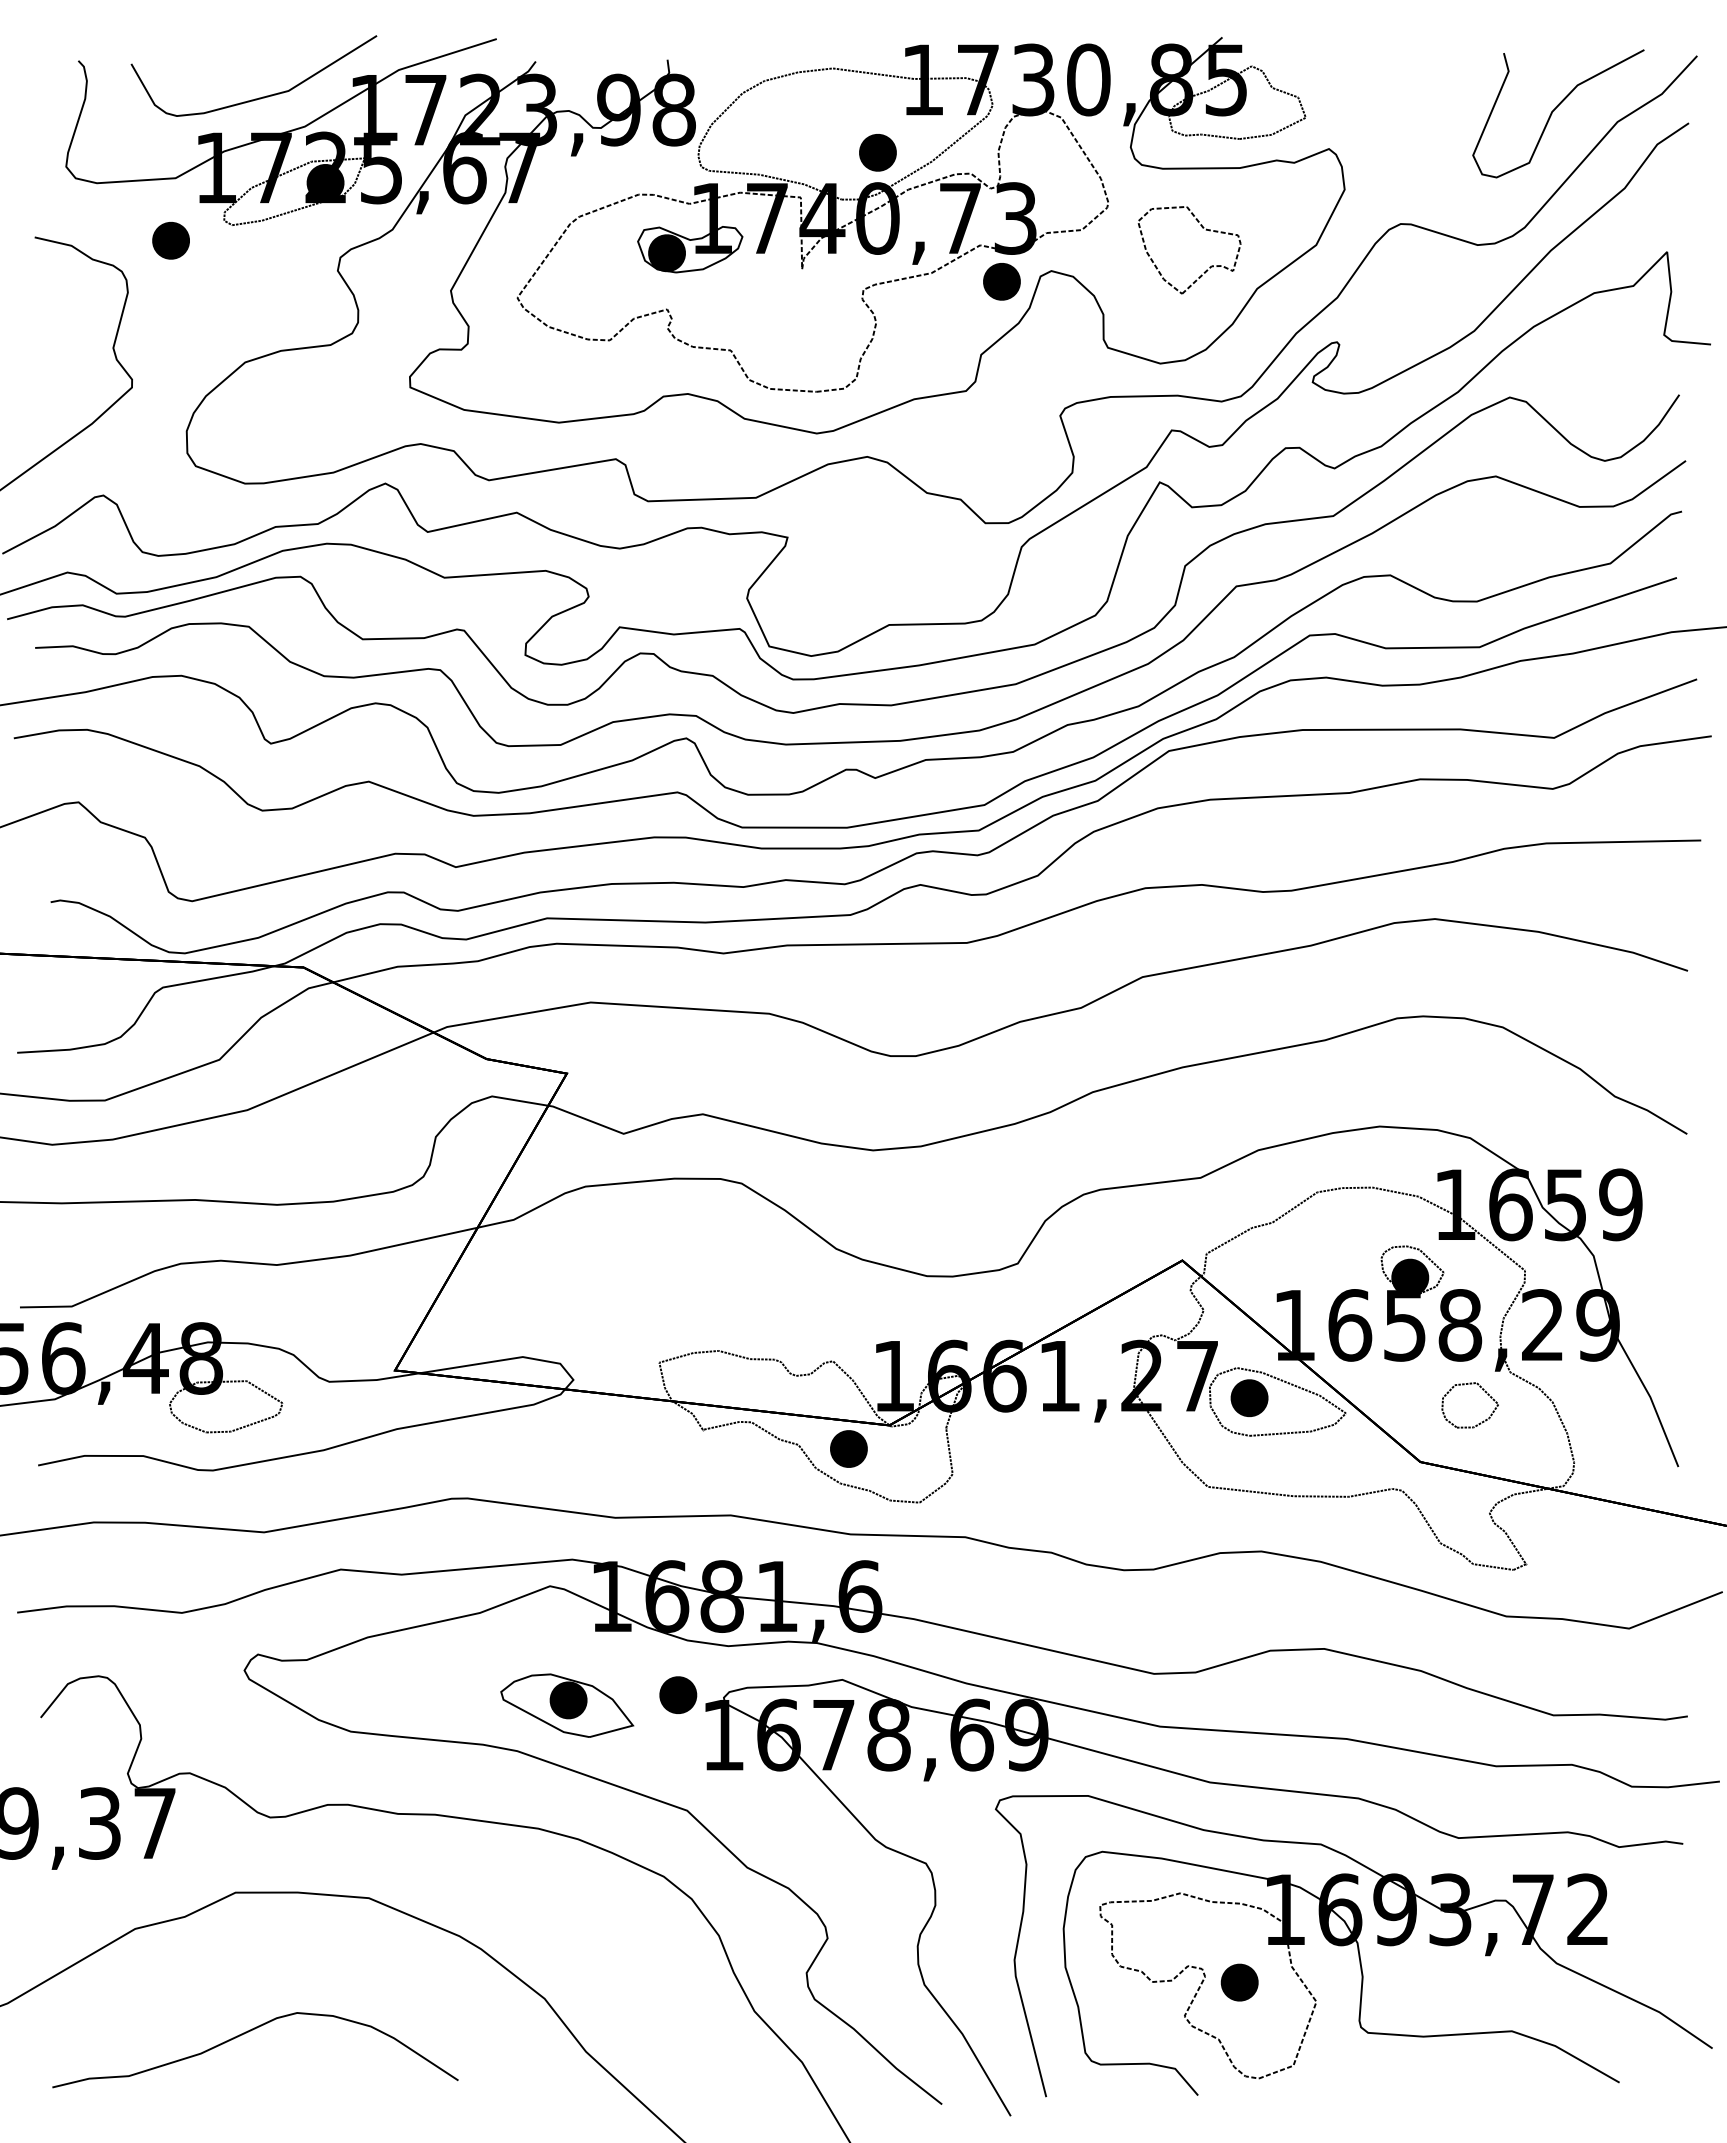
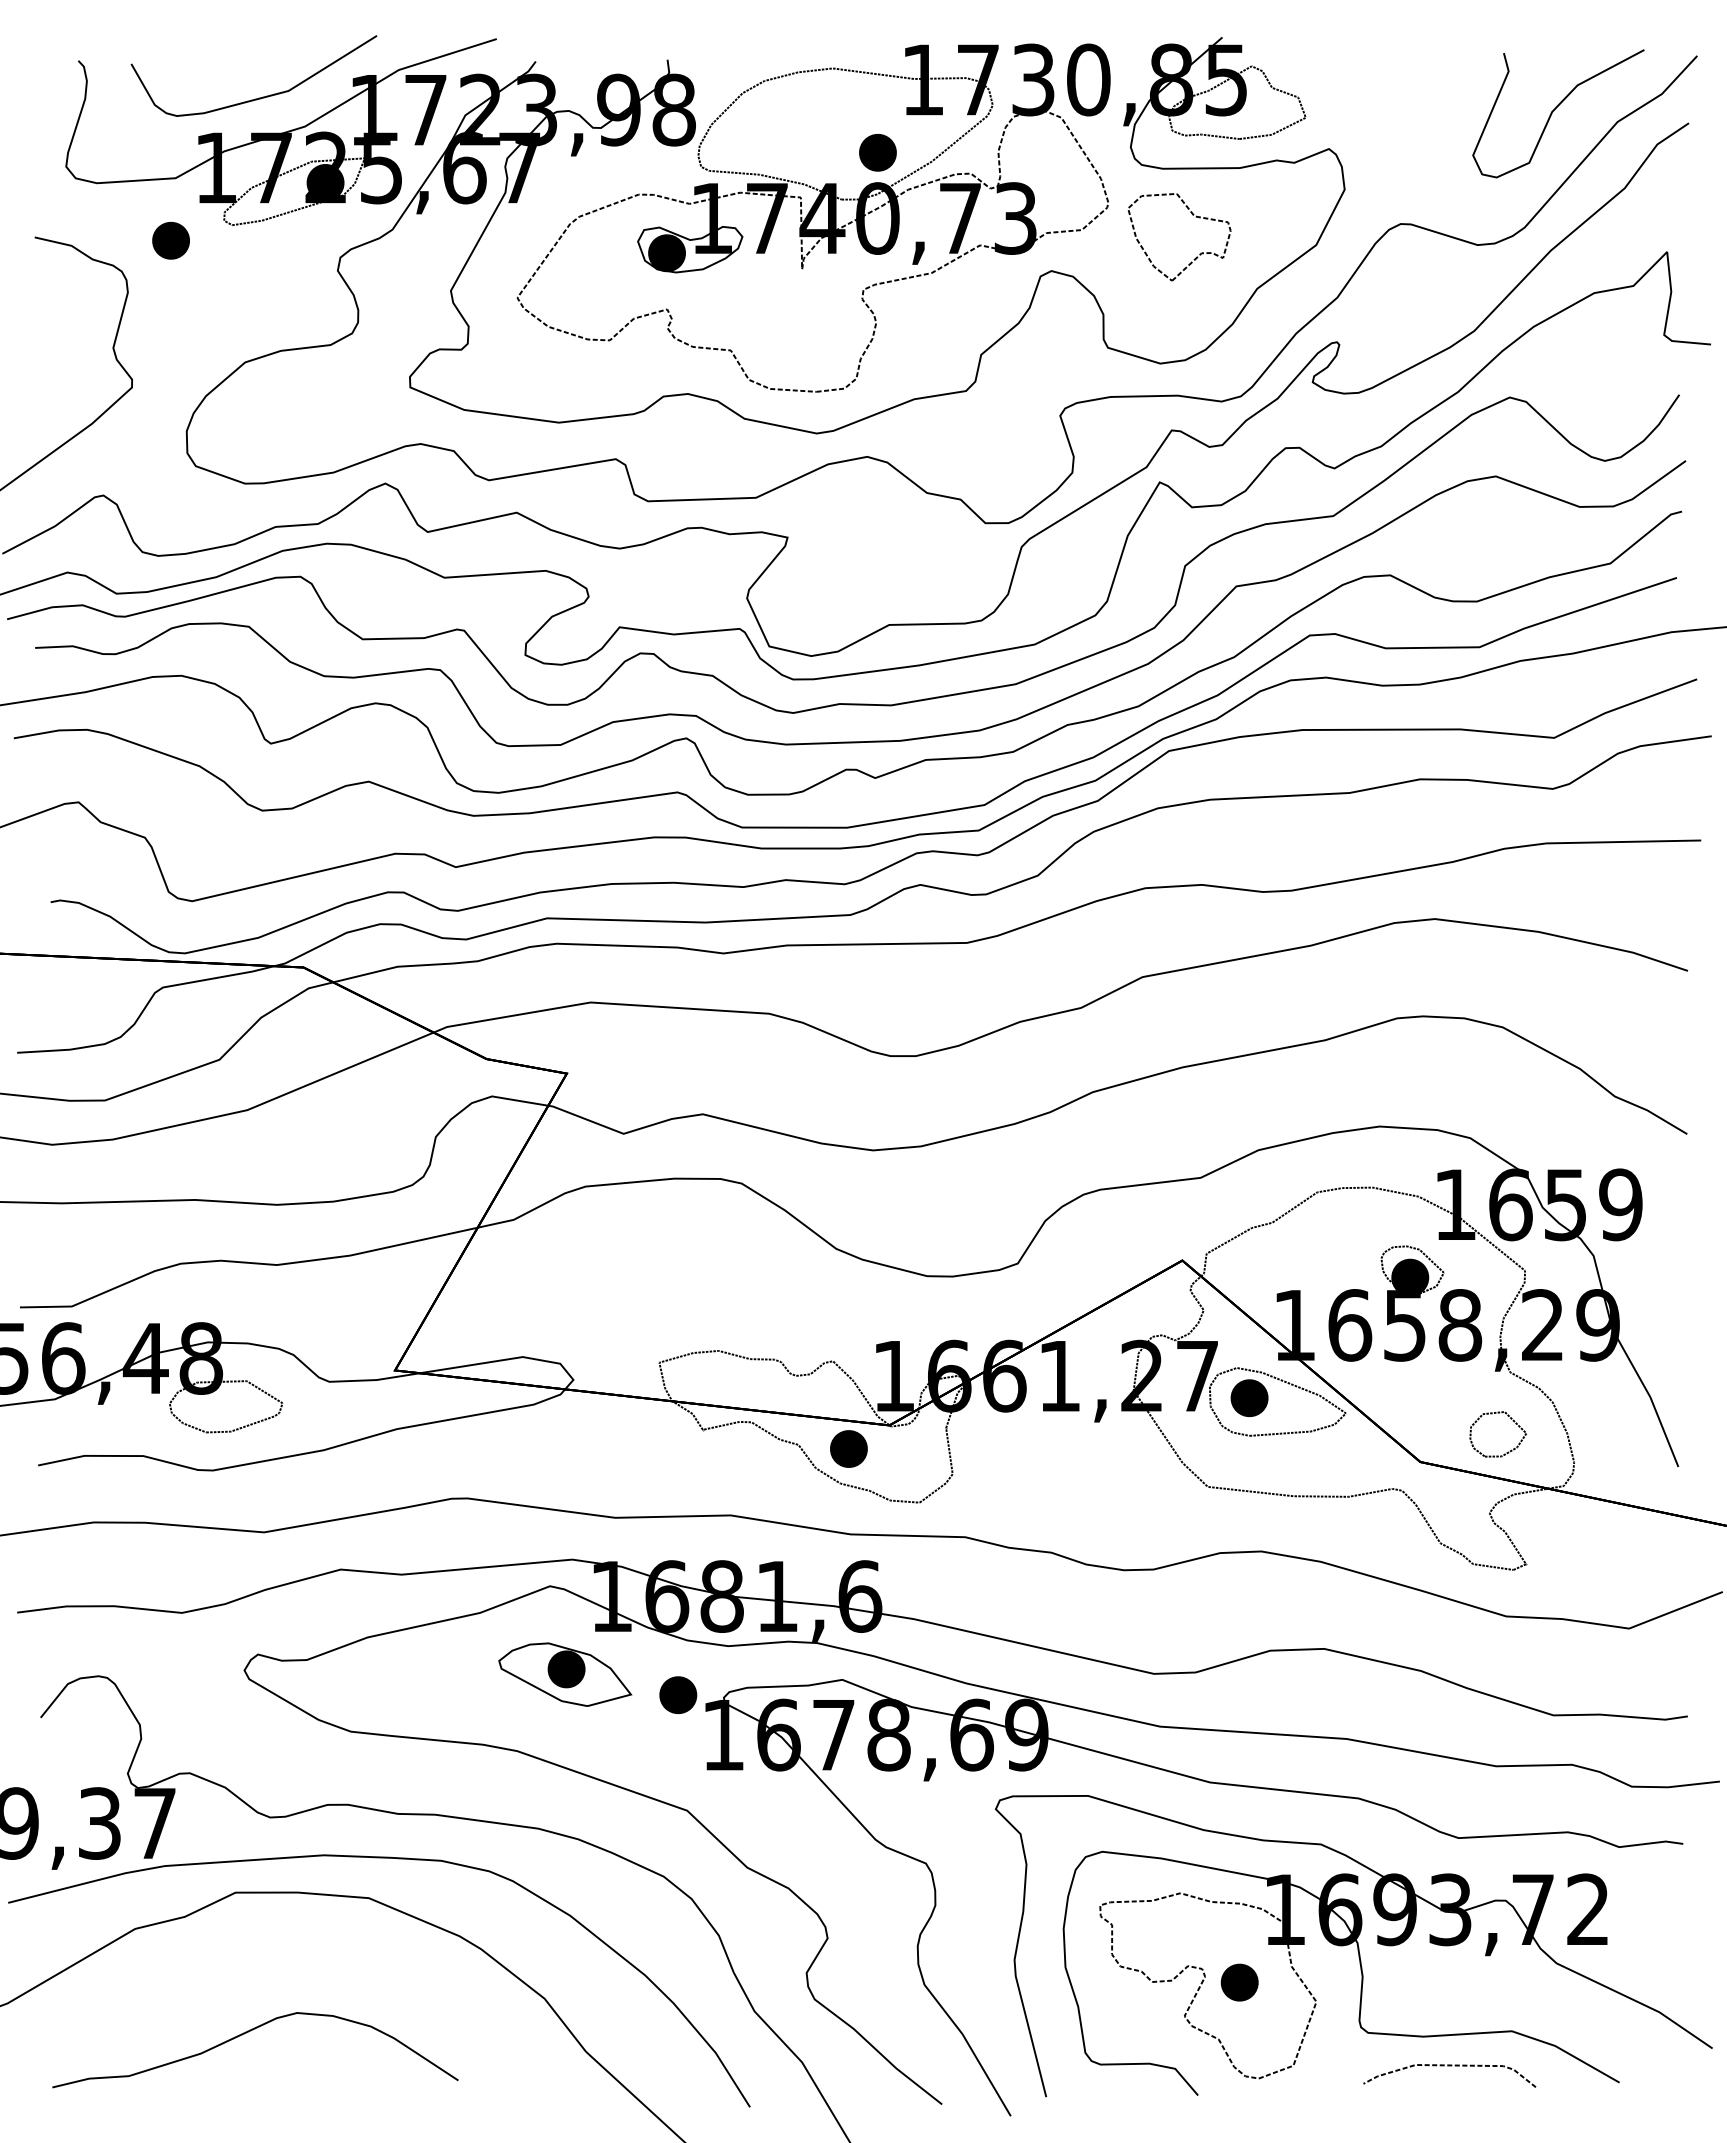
part at (1206, 269) position: (1206, 269) -> (1196, 256)
part at (1001, 281): present -> none
part at (1481, 1421) position: (1481, 1421) -> (1509, 1450)
part at (567, 1705) position: (567, 1705) -> (565, 1674)
curve at (379, 1858): none -> present
curve at (1449, 2066): none -> present
